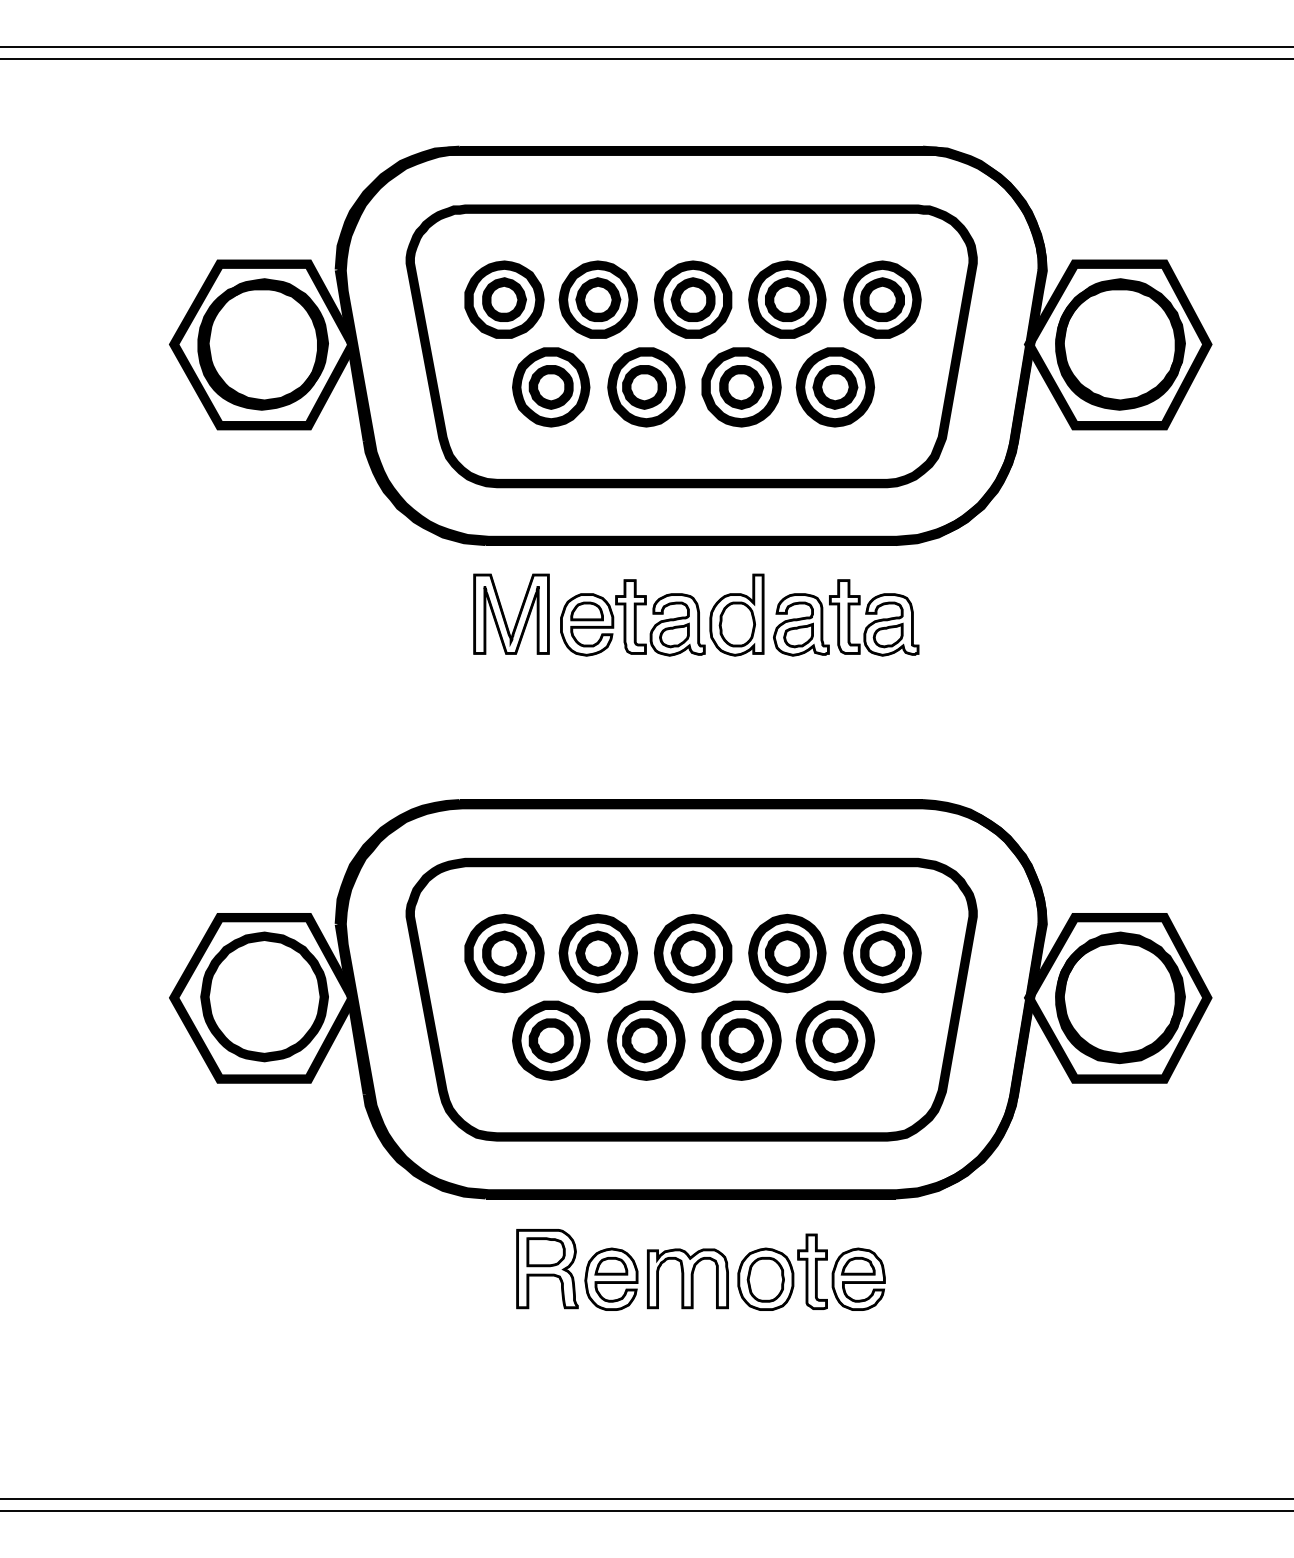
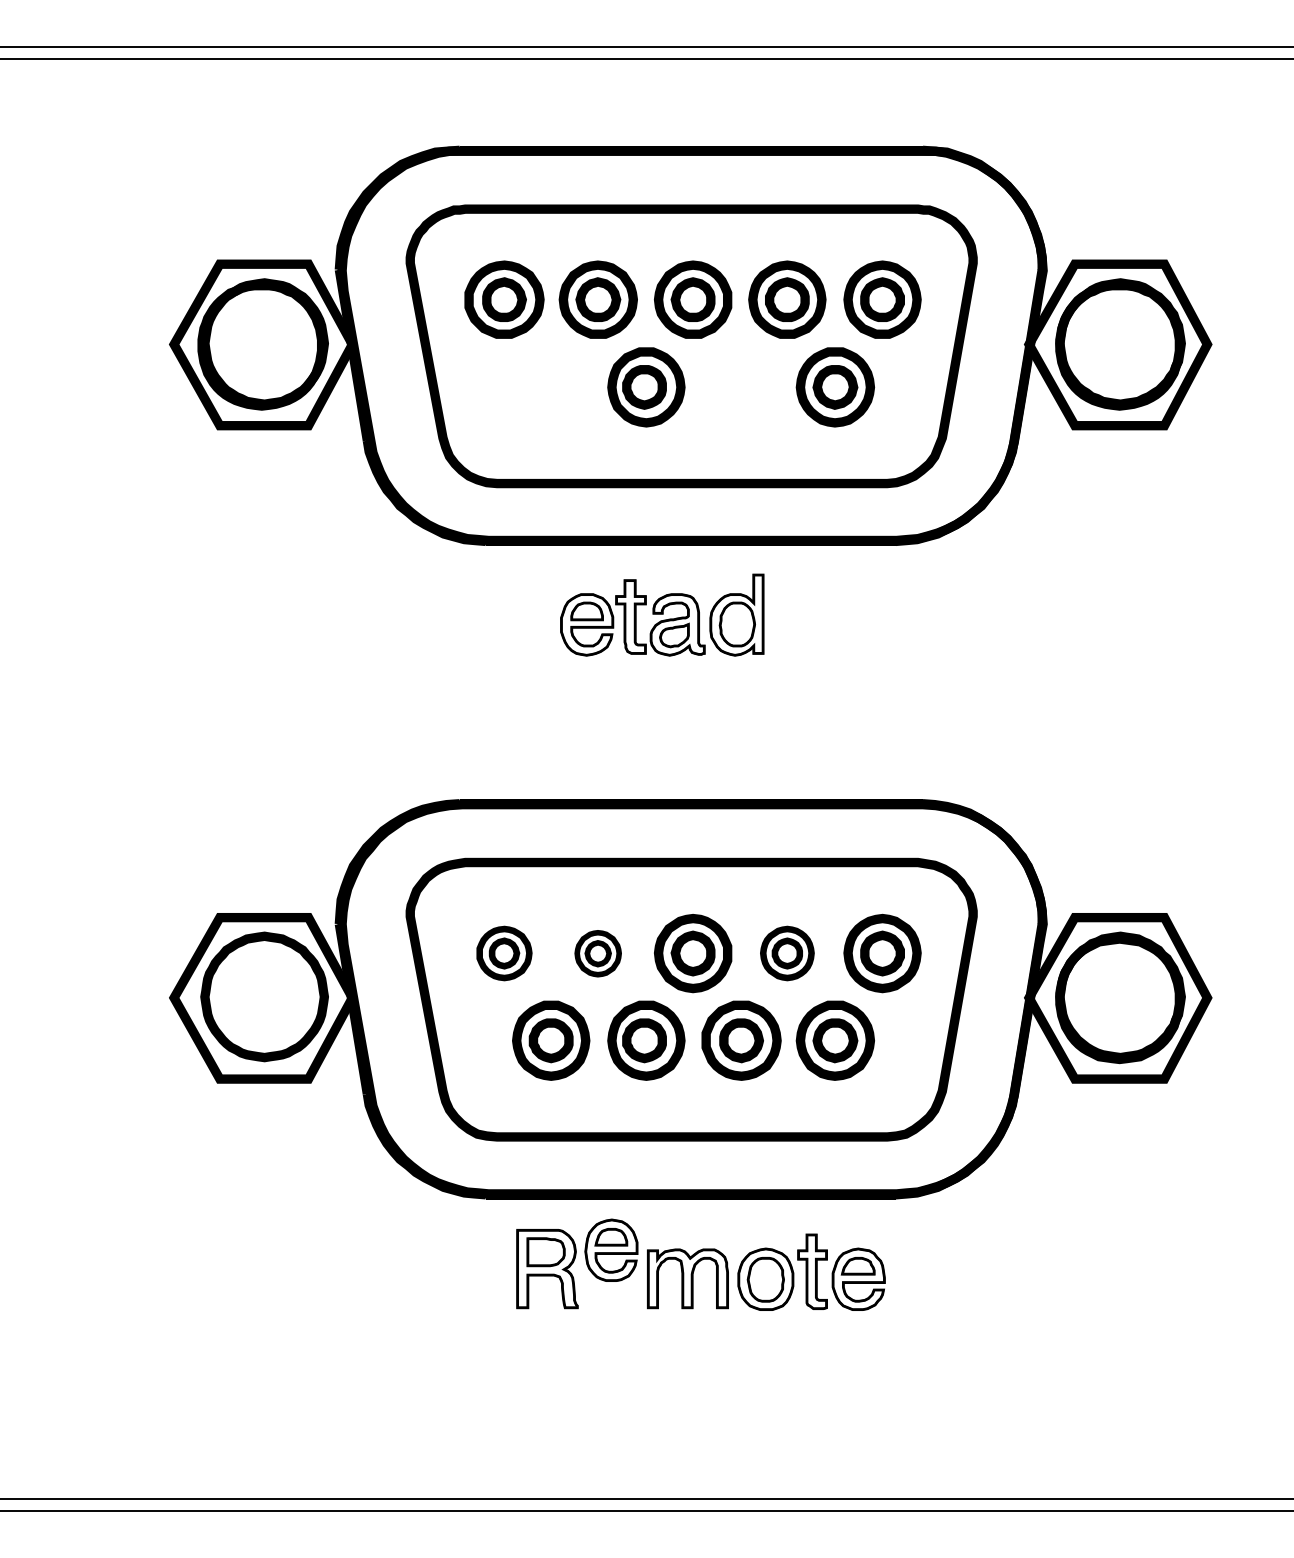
part at (551, 387): present -> none
part at (741, 387): present -> none
part at (517, 616): present -> none
part at (846, 617): present -> none
part at (504, 953) size: 81x81 px -> 57x57 px
part at (597, 953) size: 80x80 px -> 48x48 px
part at (787, 953) size: 79x81 px -> 55x57 px
part at (611, 1278) position: (611, 1278) -> (611, 1249)
